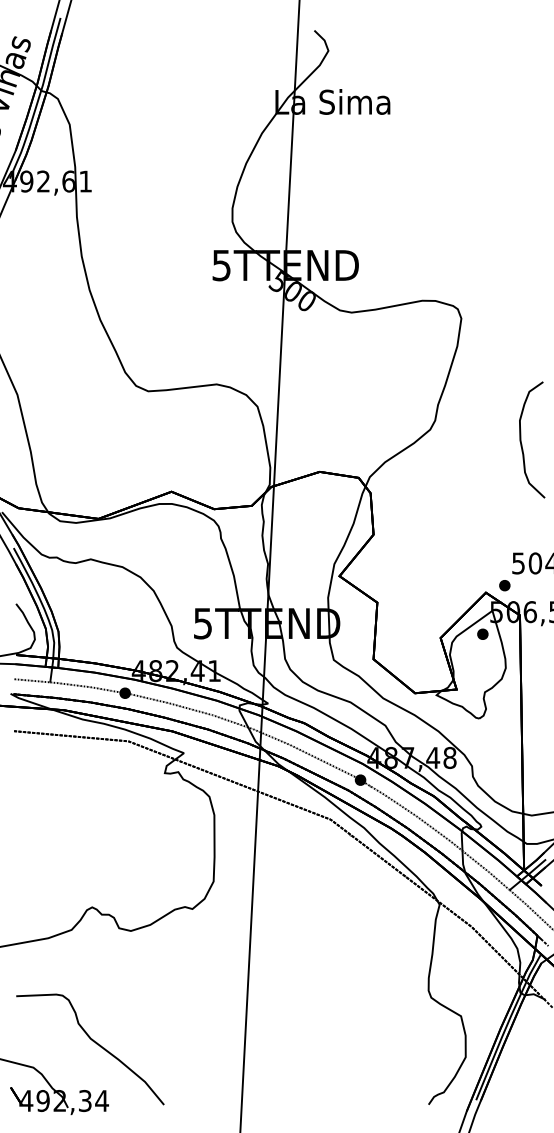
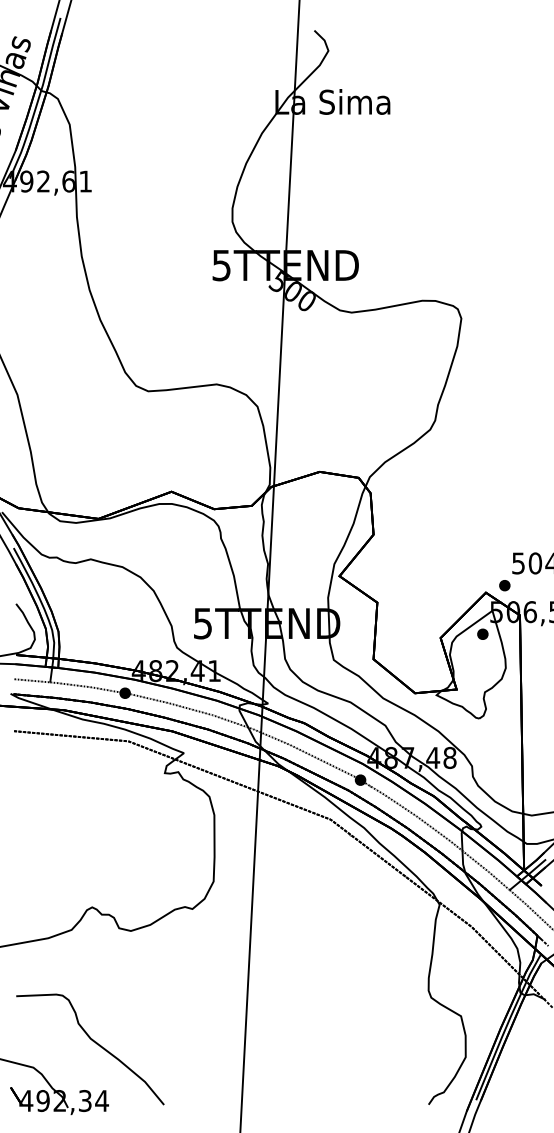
curve at (521, 439): present -> none
